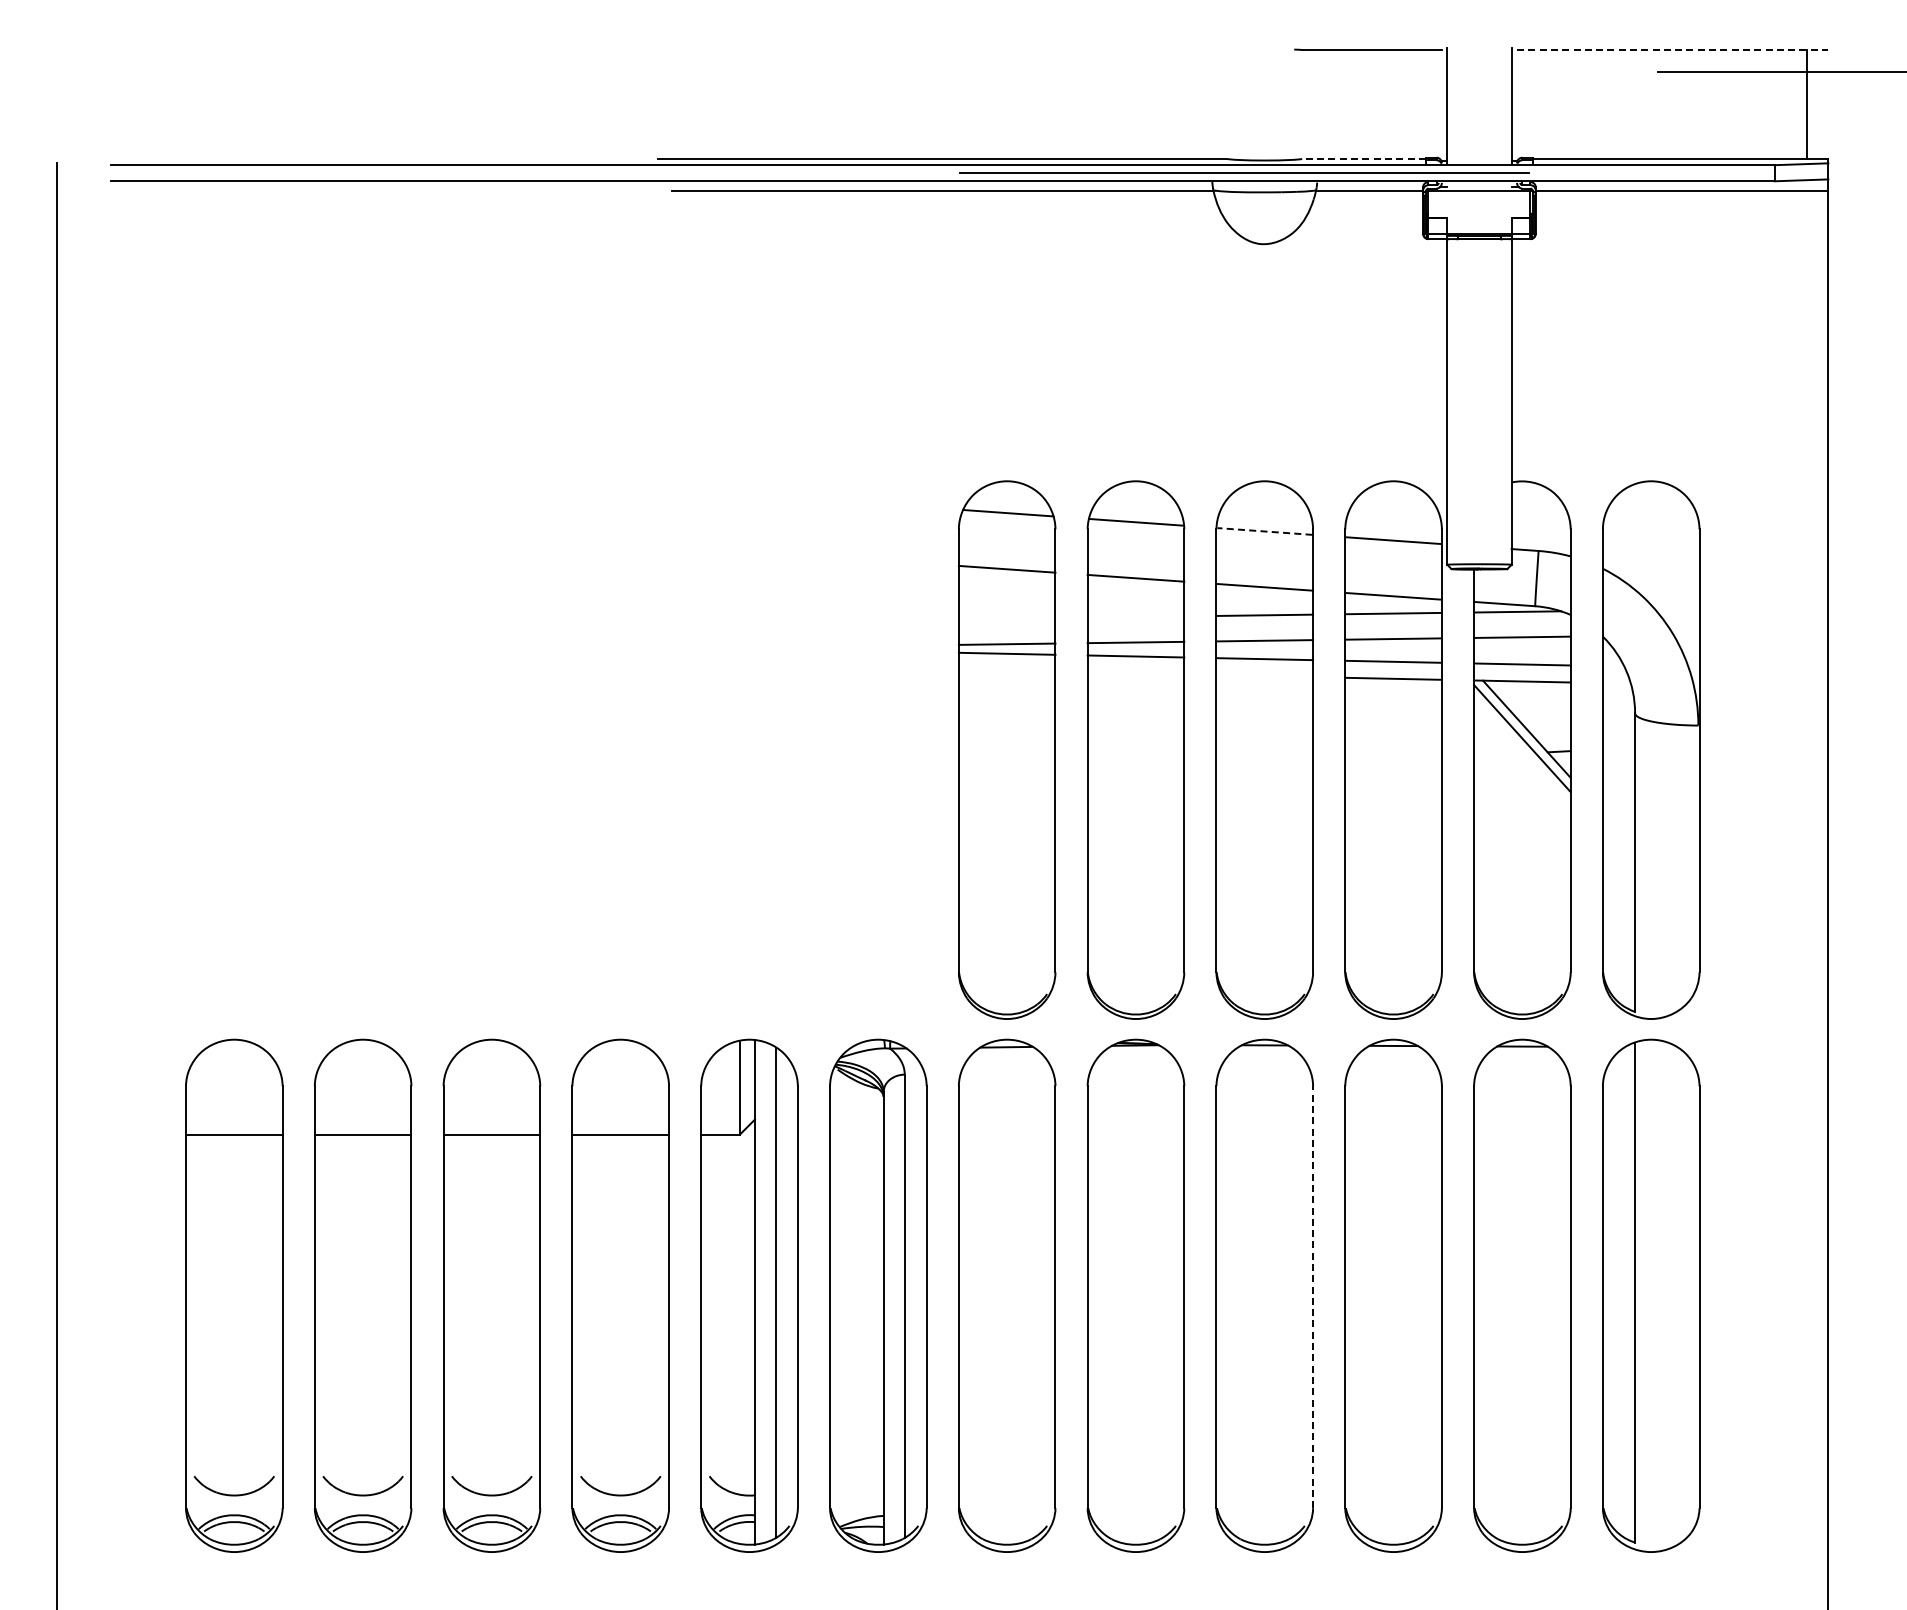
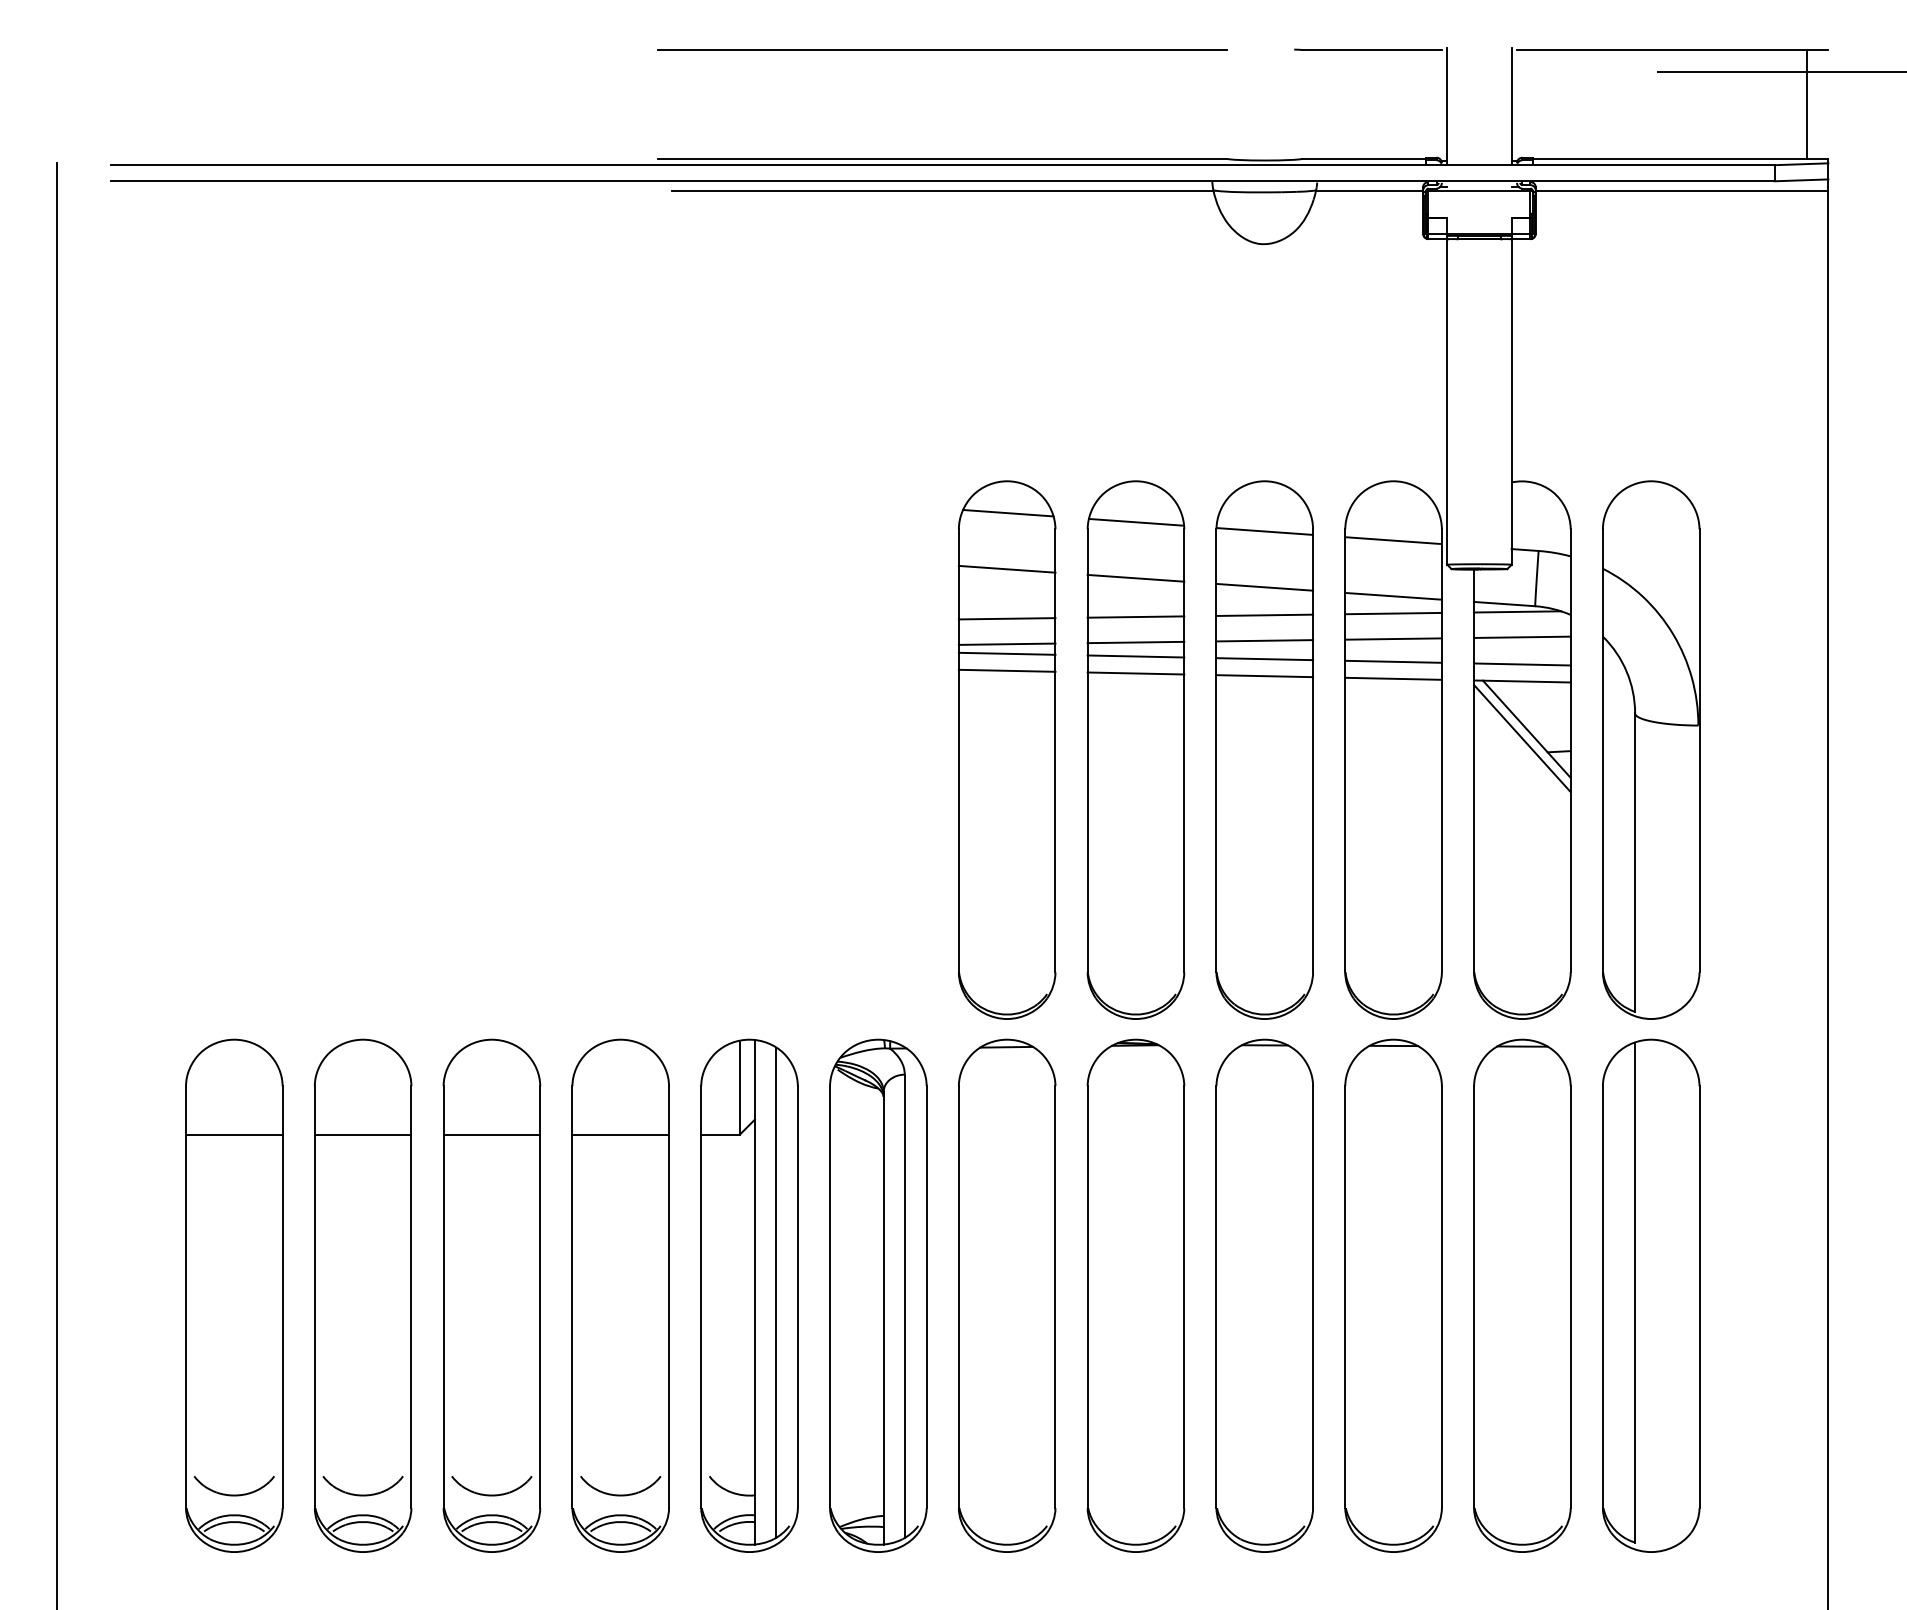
line at (1672, 50): dashed -> solid
line at (1363, 158): dashed -> solid
line at (1244, 172) position: (1244, 172) -> (942, 49)
line at (1265, 531): dashed -> solid
line at (1135, 616): none -> present
line at (1006, 618): none -> present
line at (1006, 670): none -> present
line at (1135, 673): none -> present
line at (1264, 676): none -> present
line at (1313, 1296): dashed -> solid
